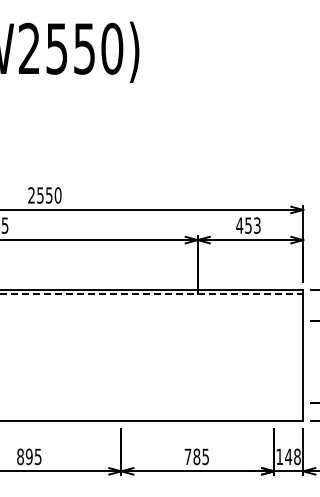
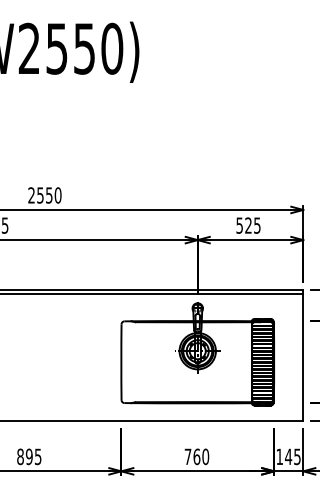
text at (248, 225): 453 -> 525
line at (152, 294): dashed -> solid
part at (197, 354): none -> present
text at (201, 456): 785 -> 760
text at (297, 456): 148 -> 145
